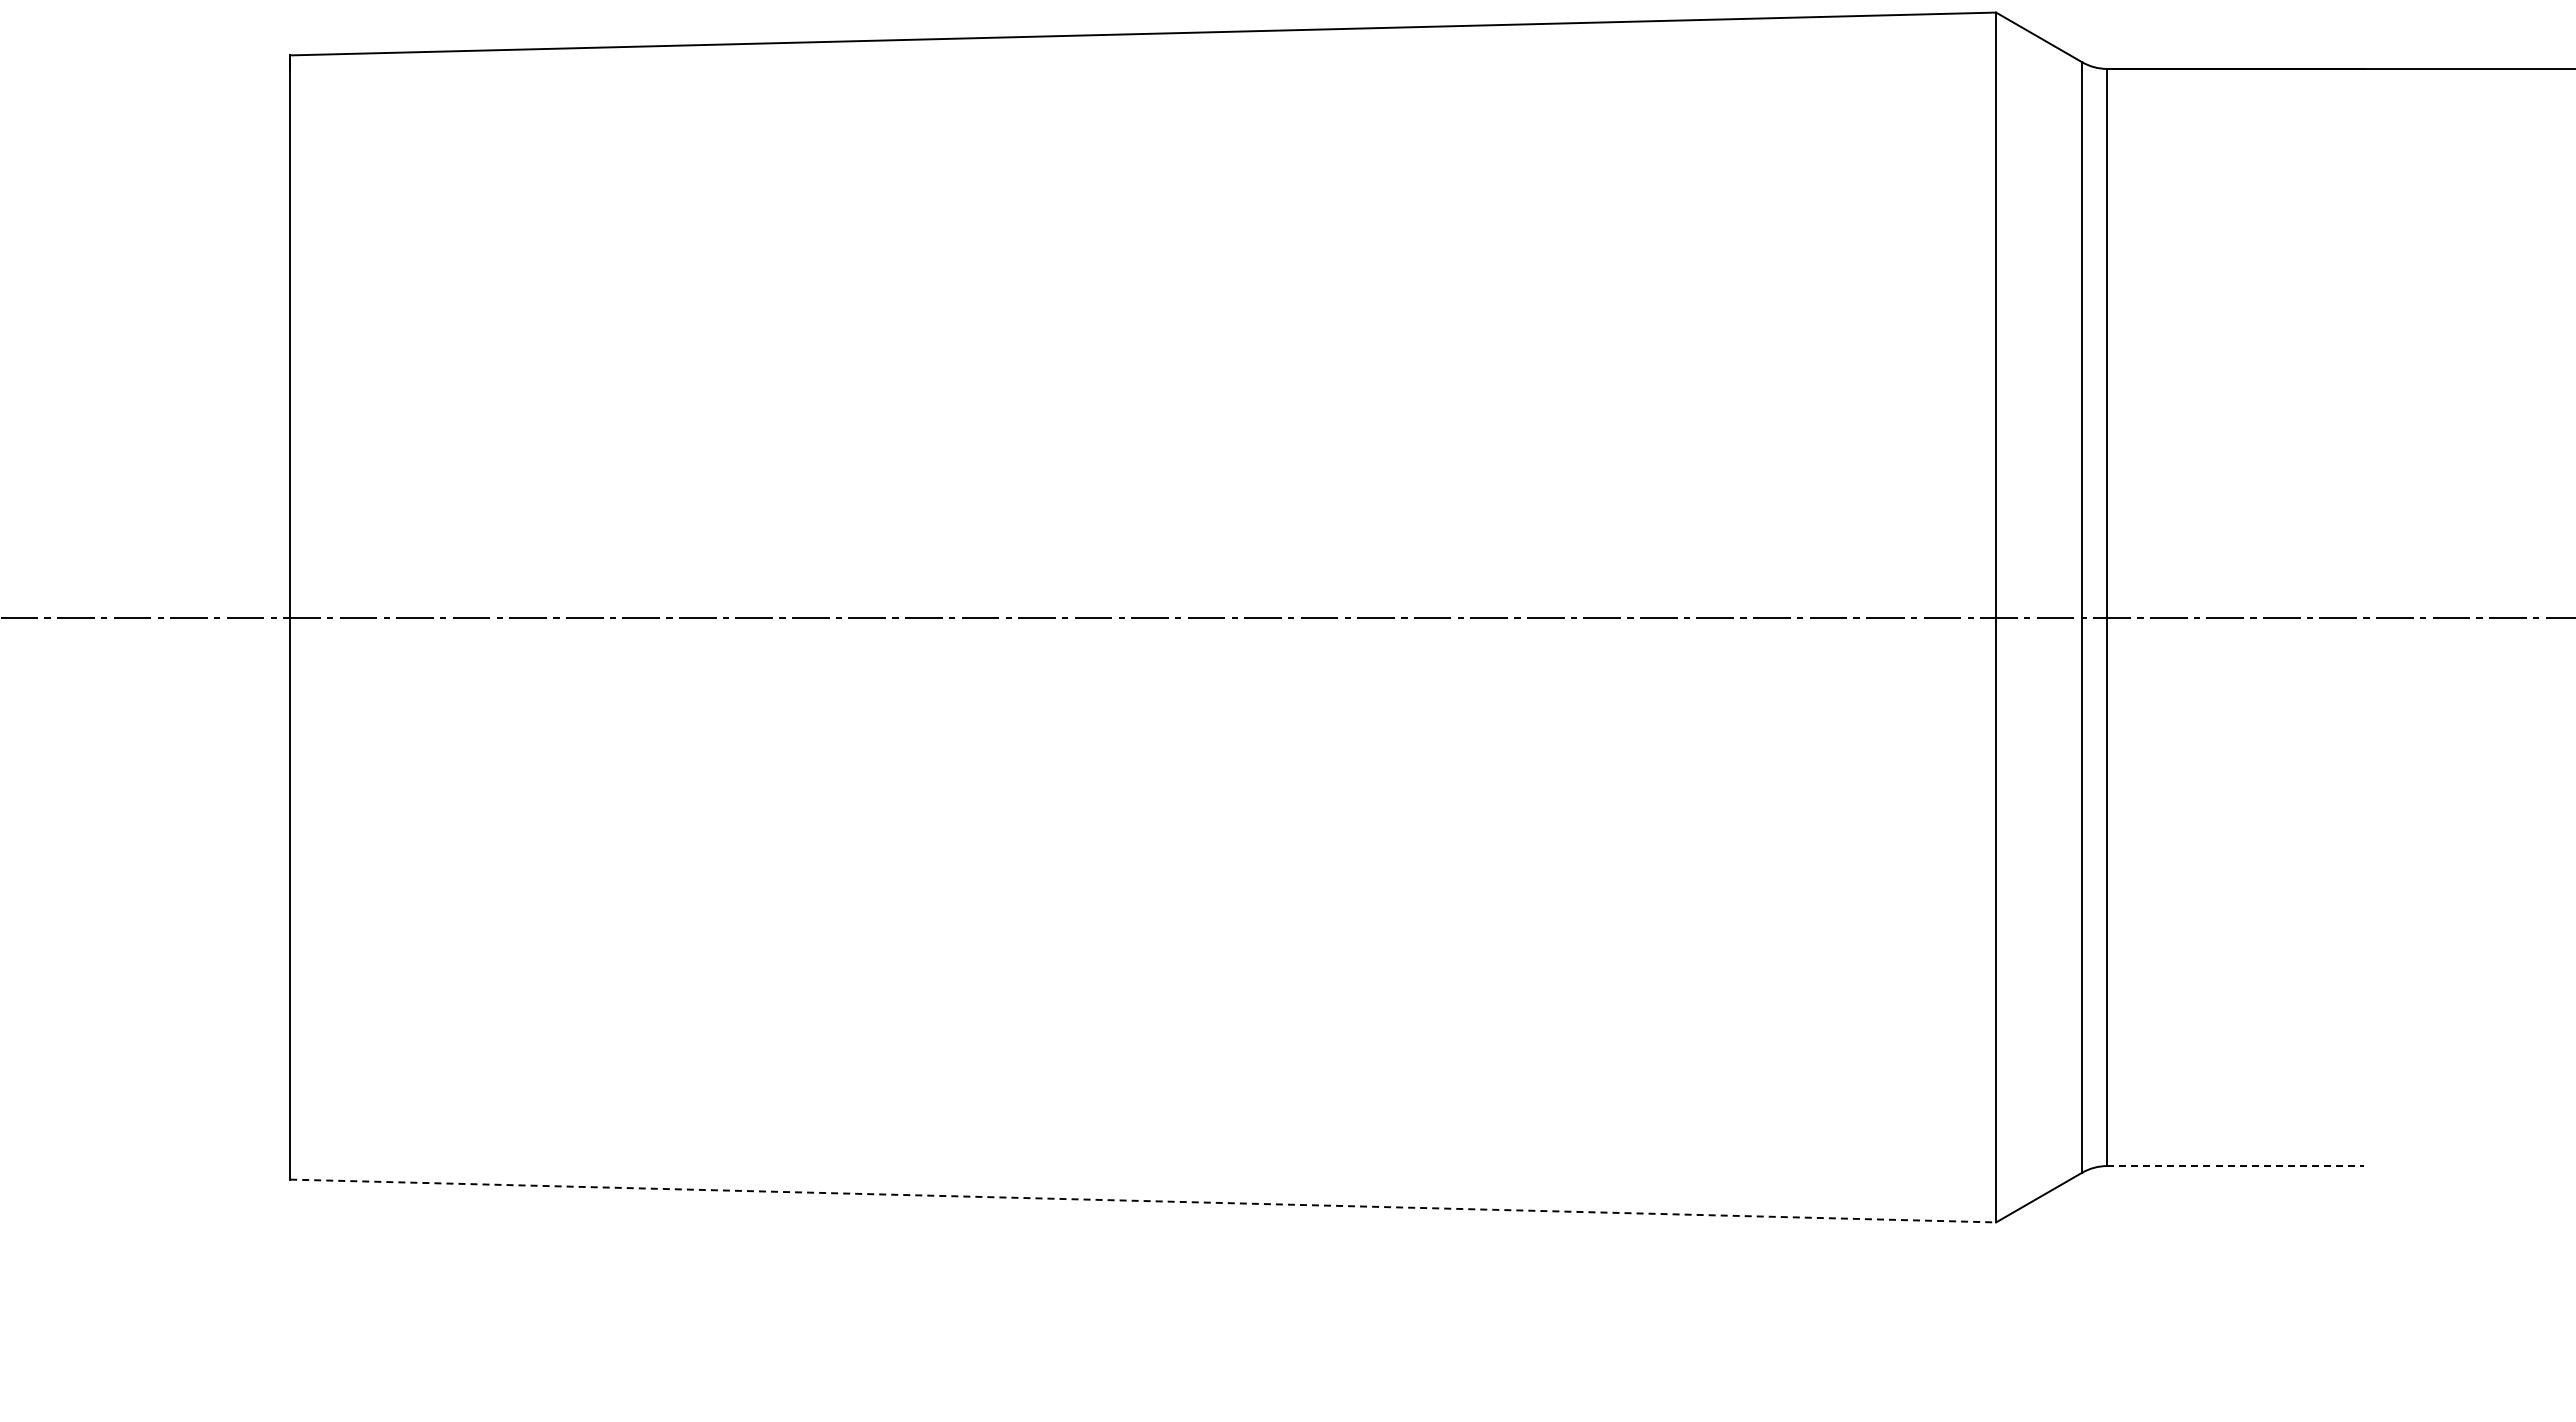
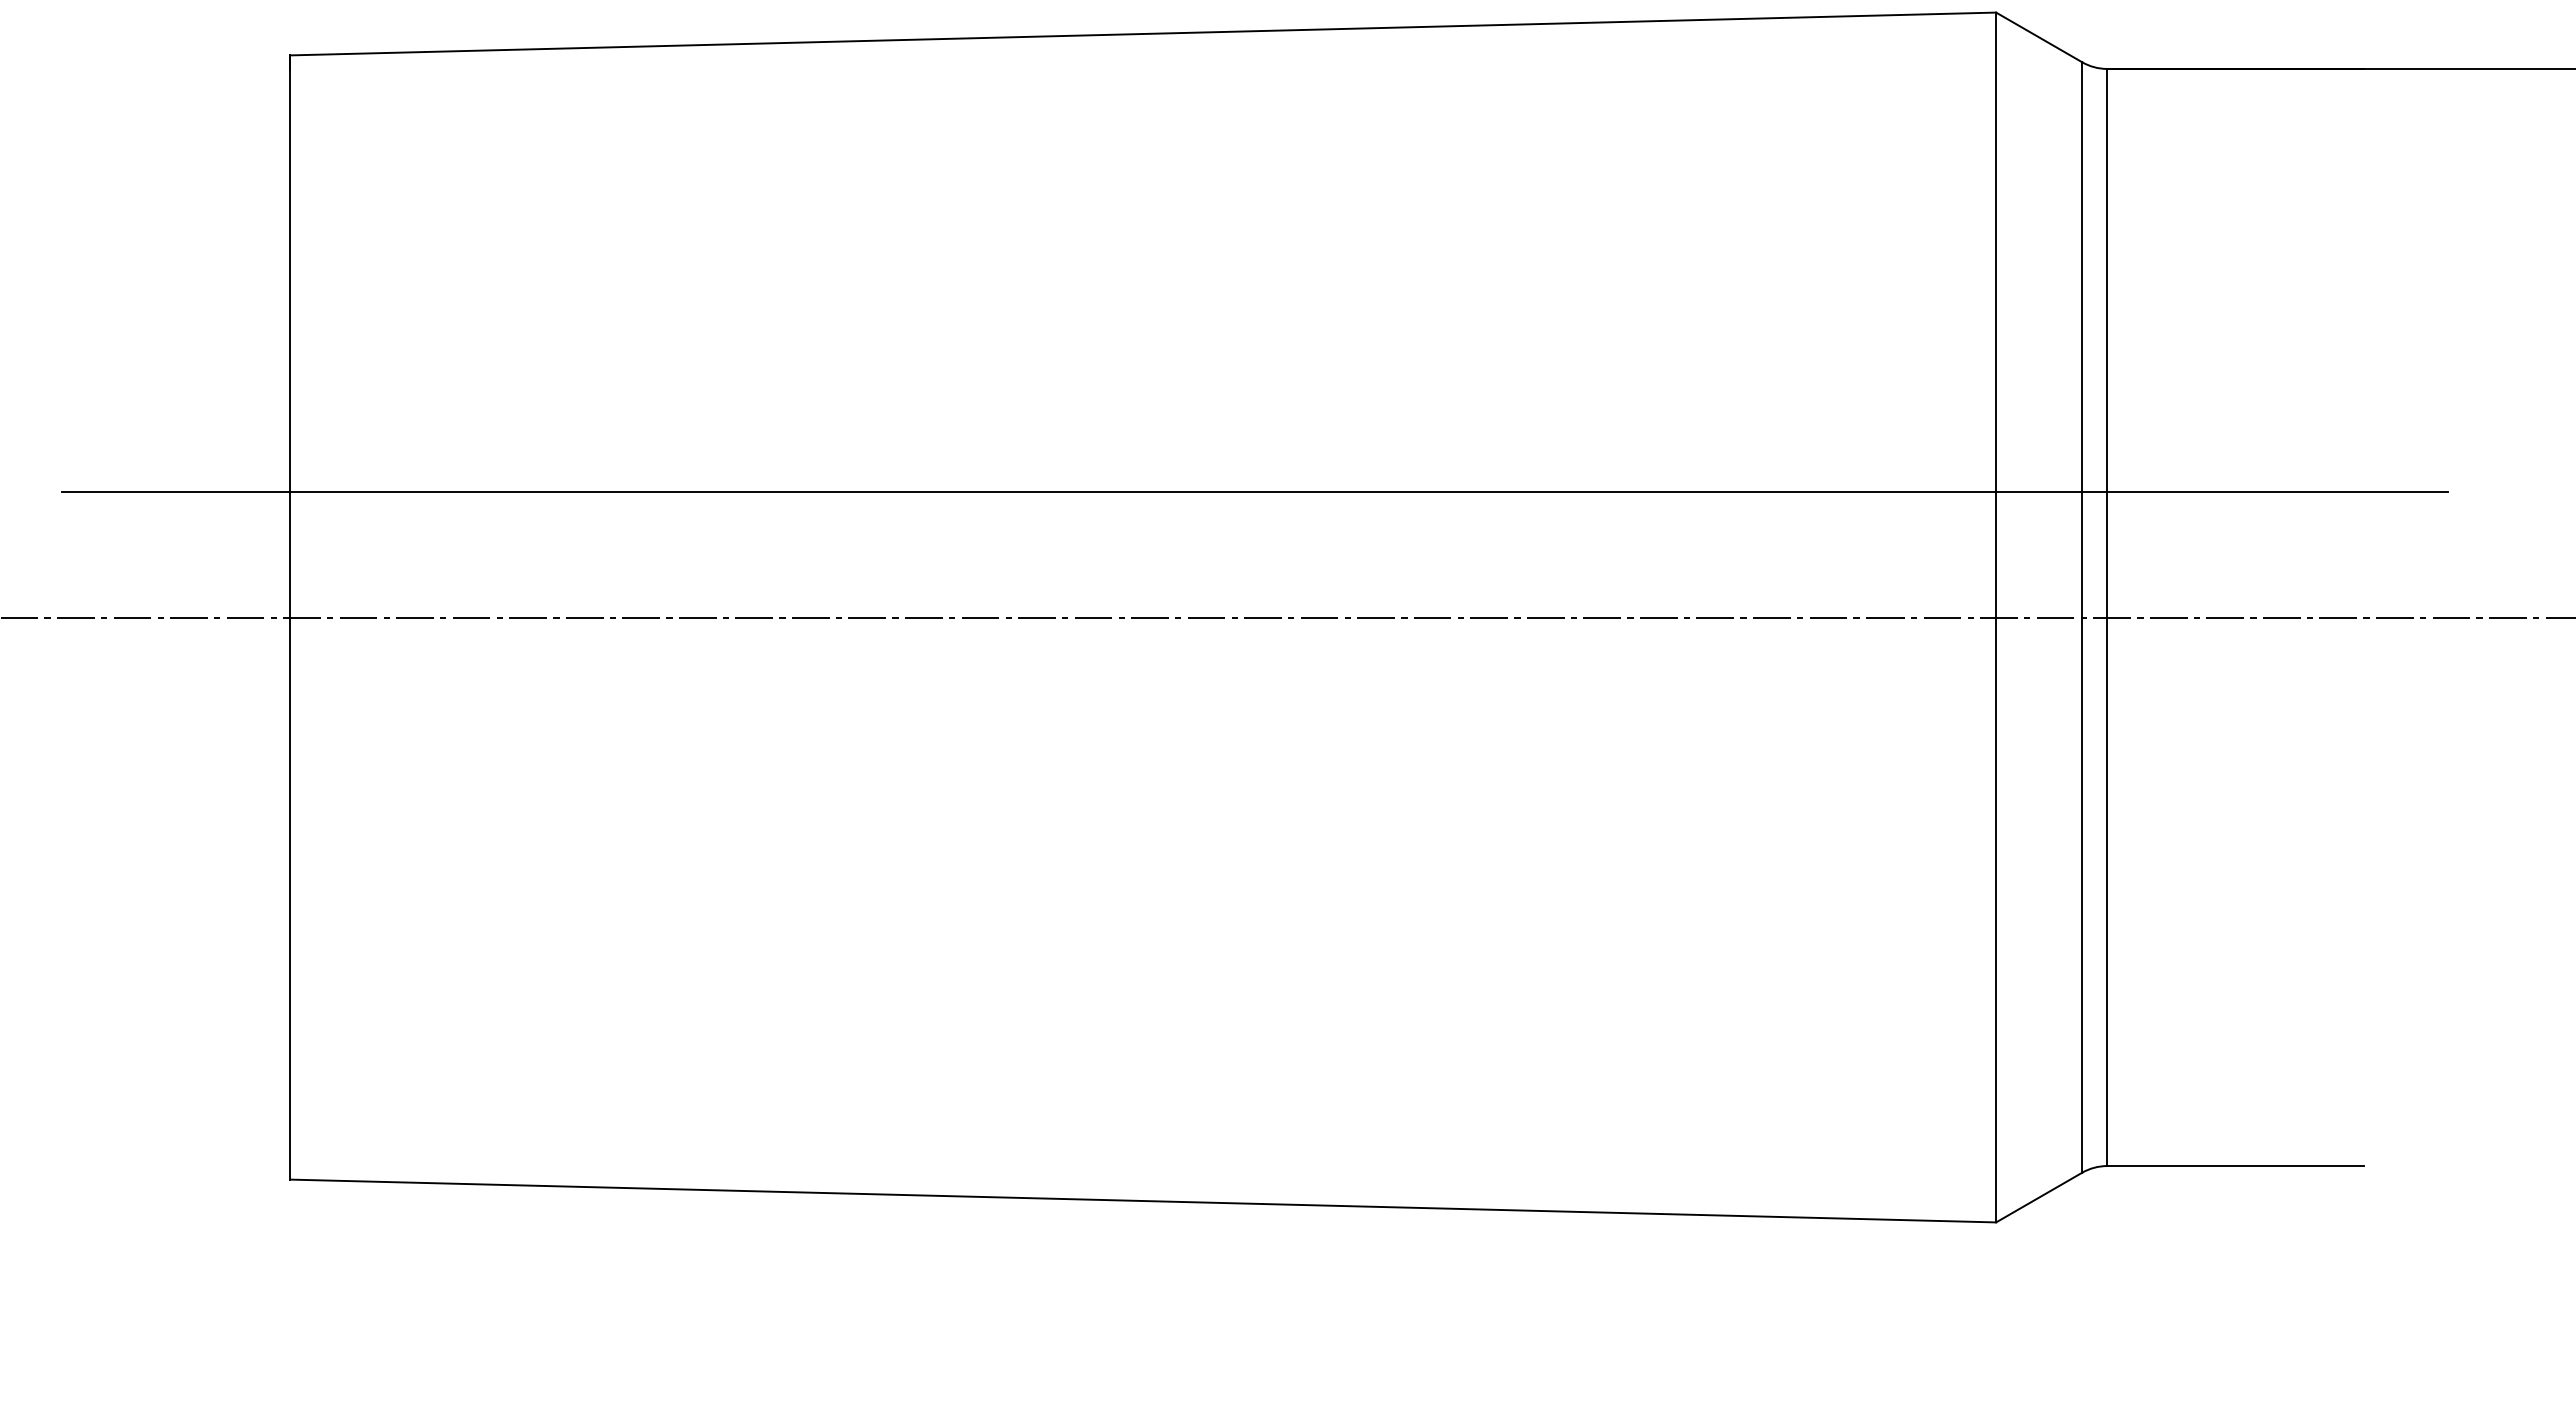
line at (1254, 491): none -> present
line at (2235, 1166): dashed -> solid
line at (1143, 1201): dashed -> solid
